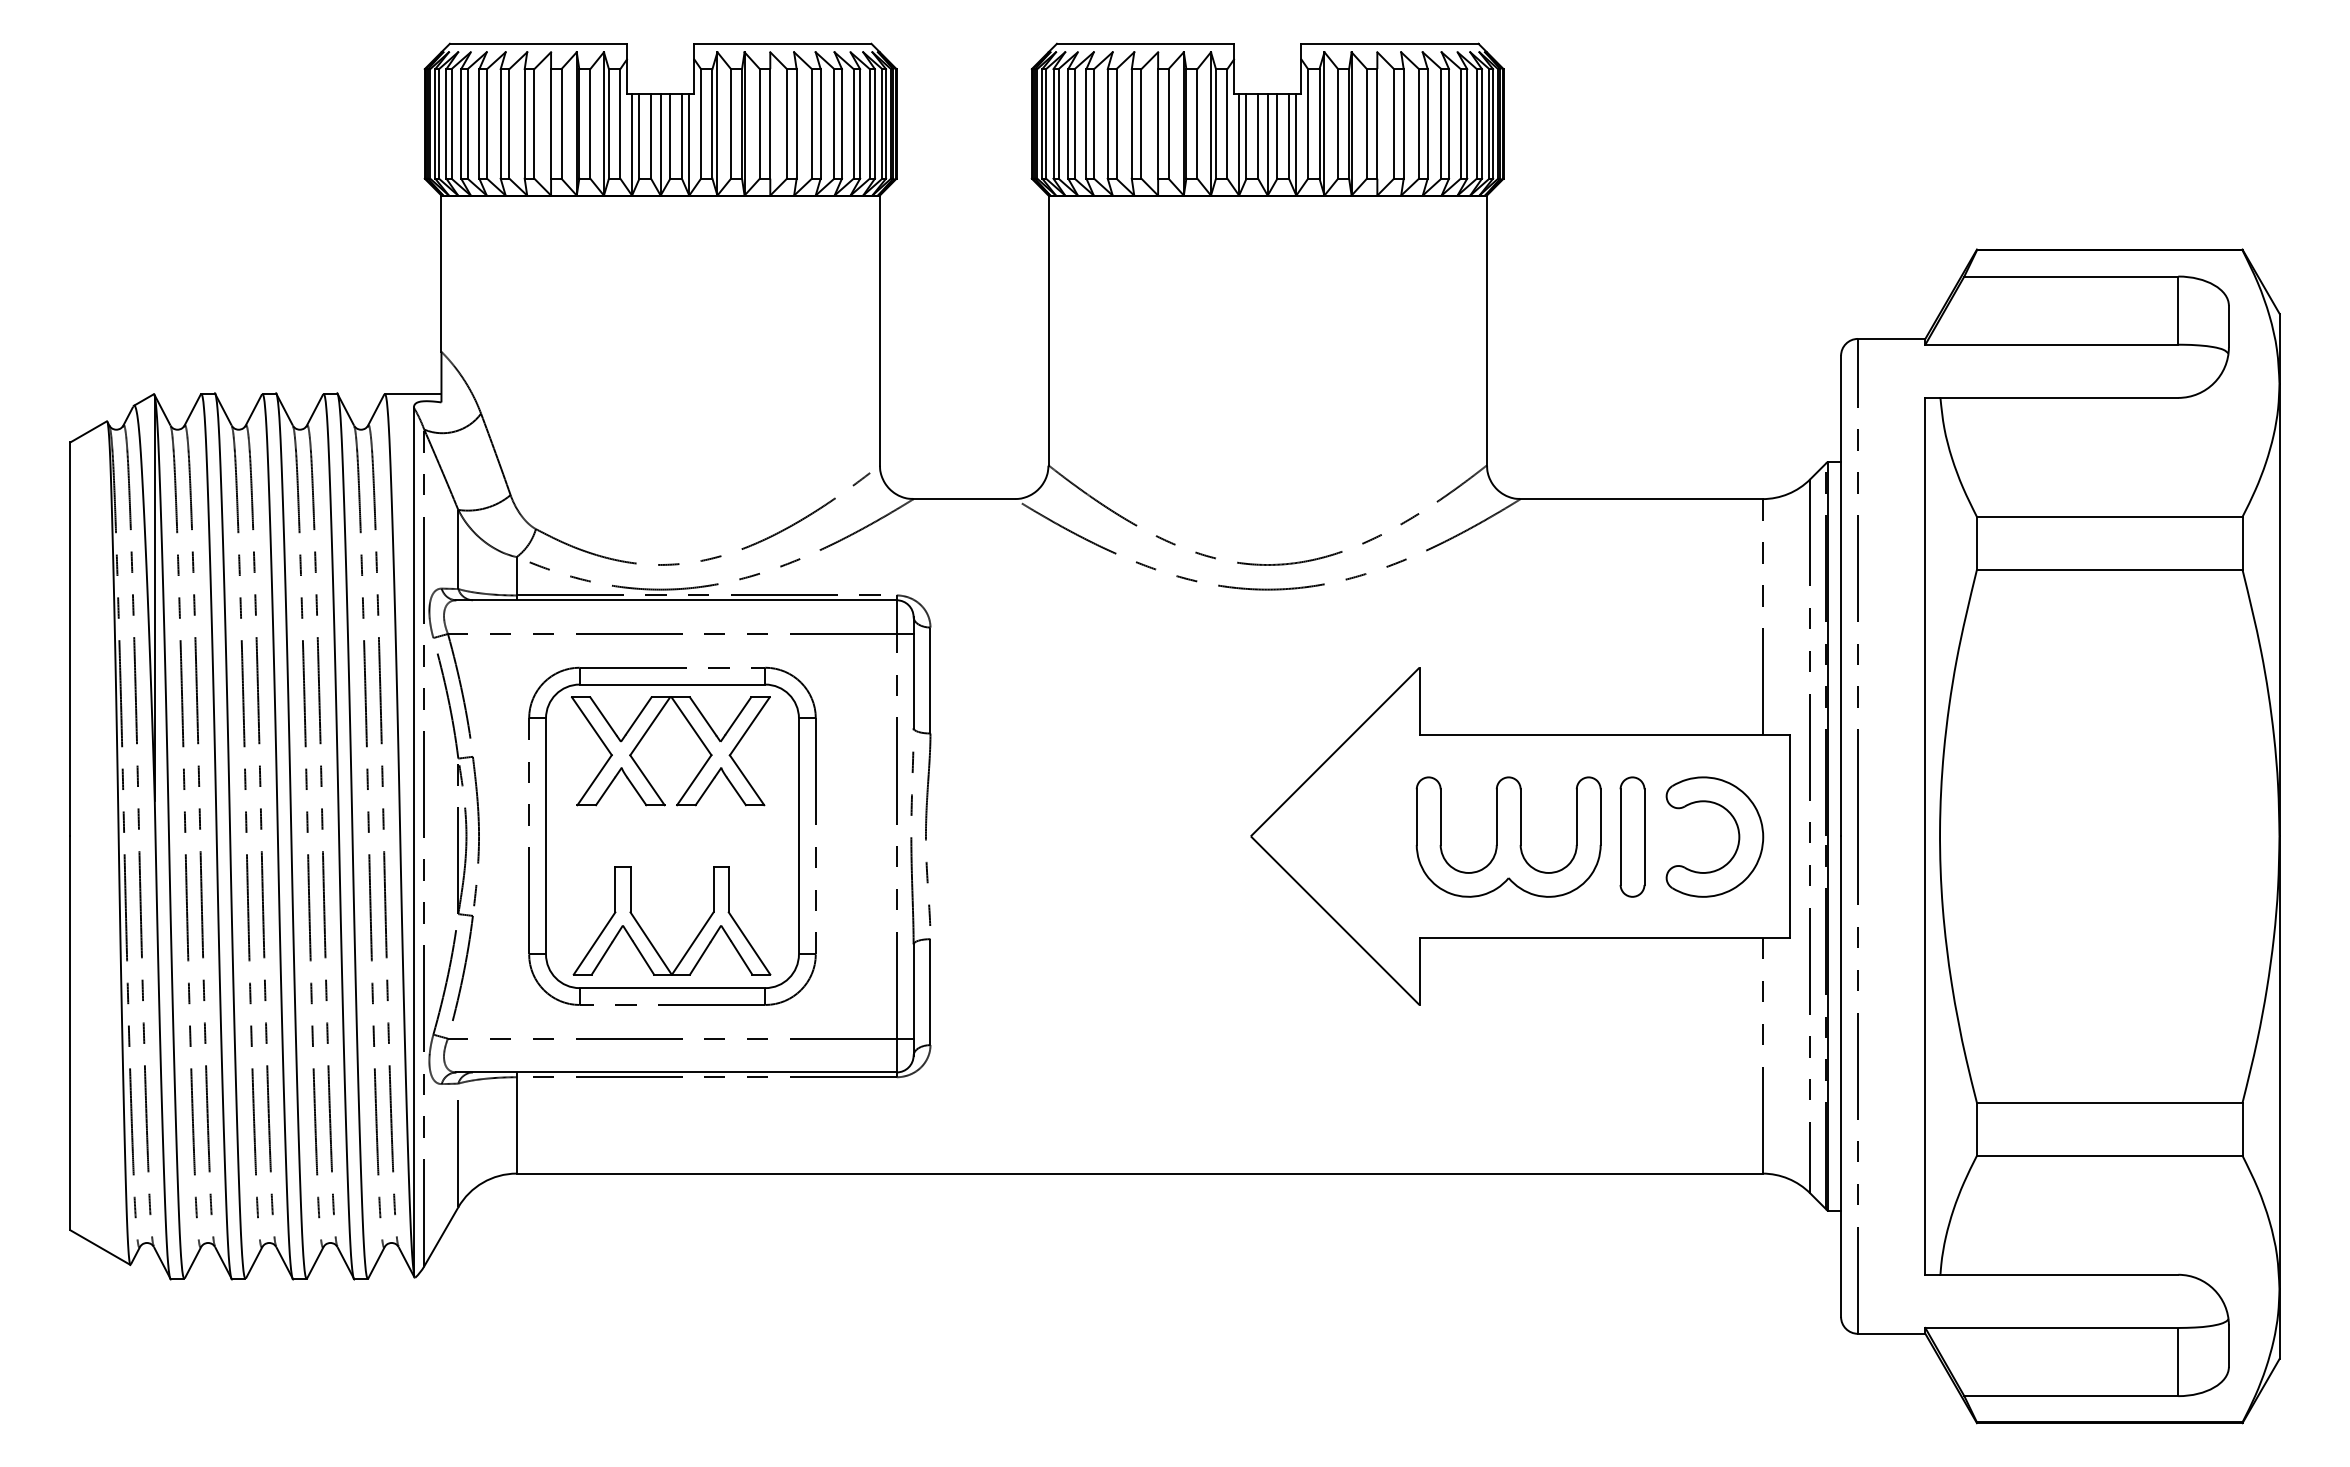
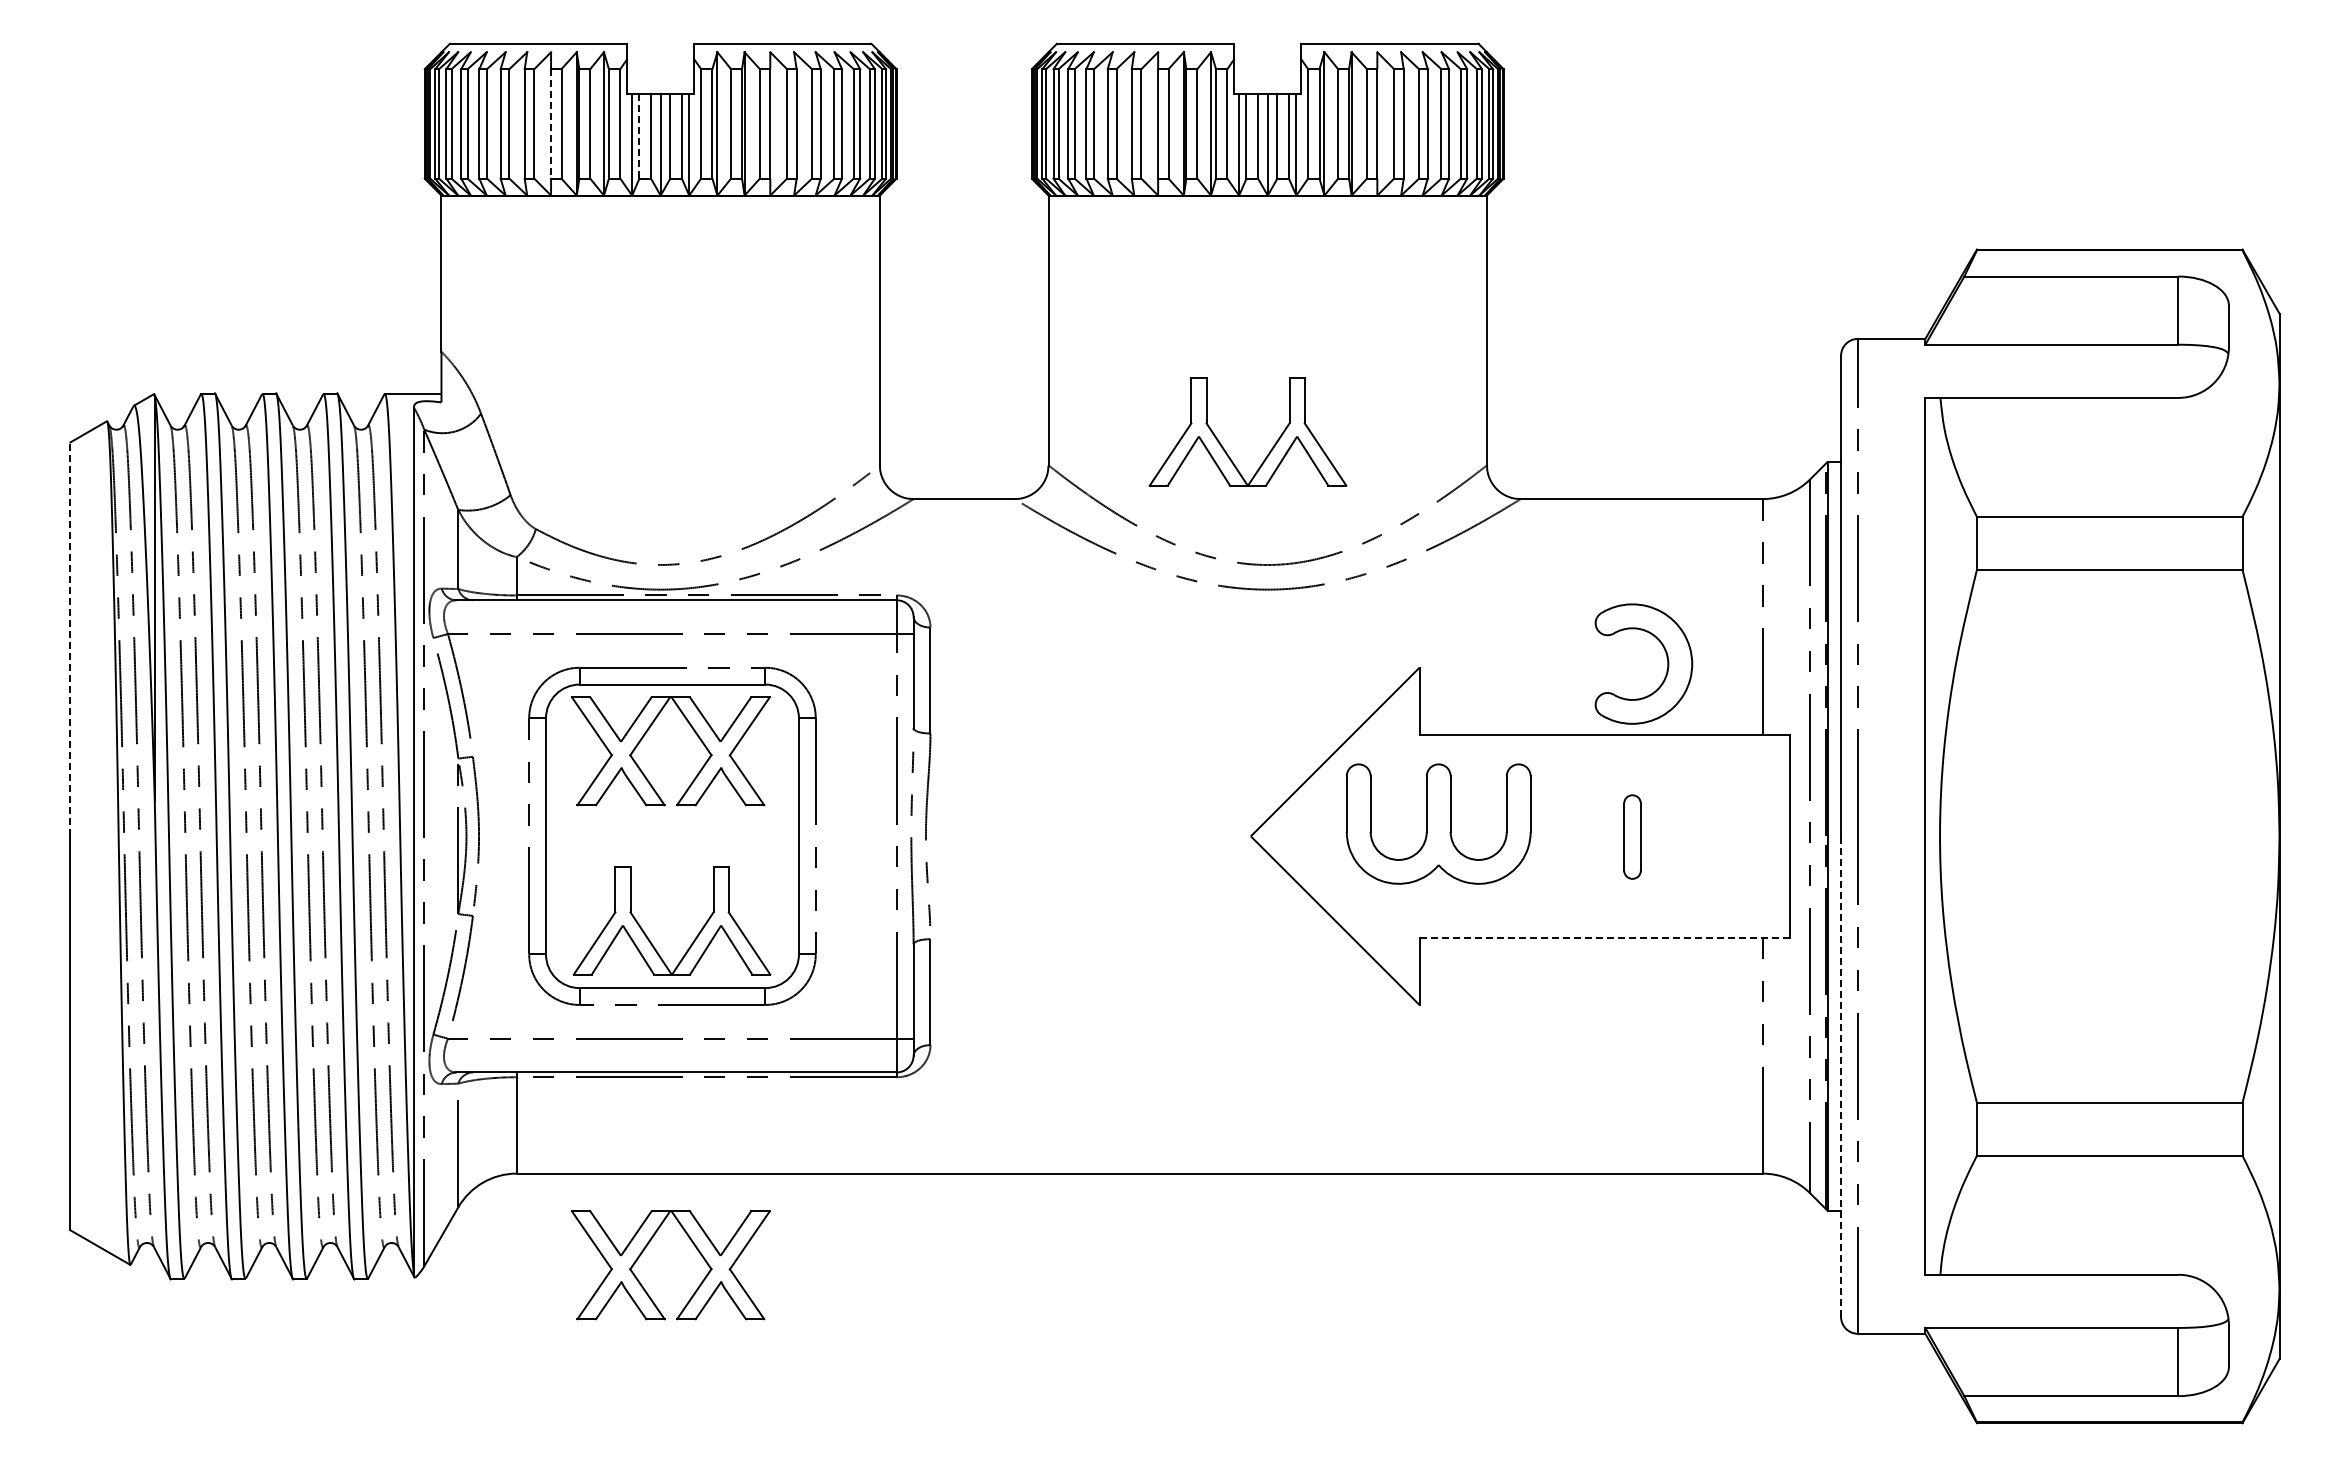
line at (551, 123): solid -> dashed
line at (639, 137): solid -> dashed
part at (1224, 448): none -> present
line at (70, 639): solid -> dashed
part at (1737, 831) position: (1737, 831) -> (1666, 658)
part at (1508, 836) position: (1508, 836) -> (1438, 823)
part at (1632, 836) size: 27x122 px -> 19x86 px
line at (1604, 937): solid -> dashed
line at (1841, 1076): solid -> dashed
part at (645, 1249): none -> present
